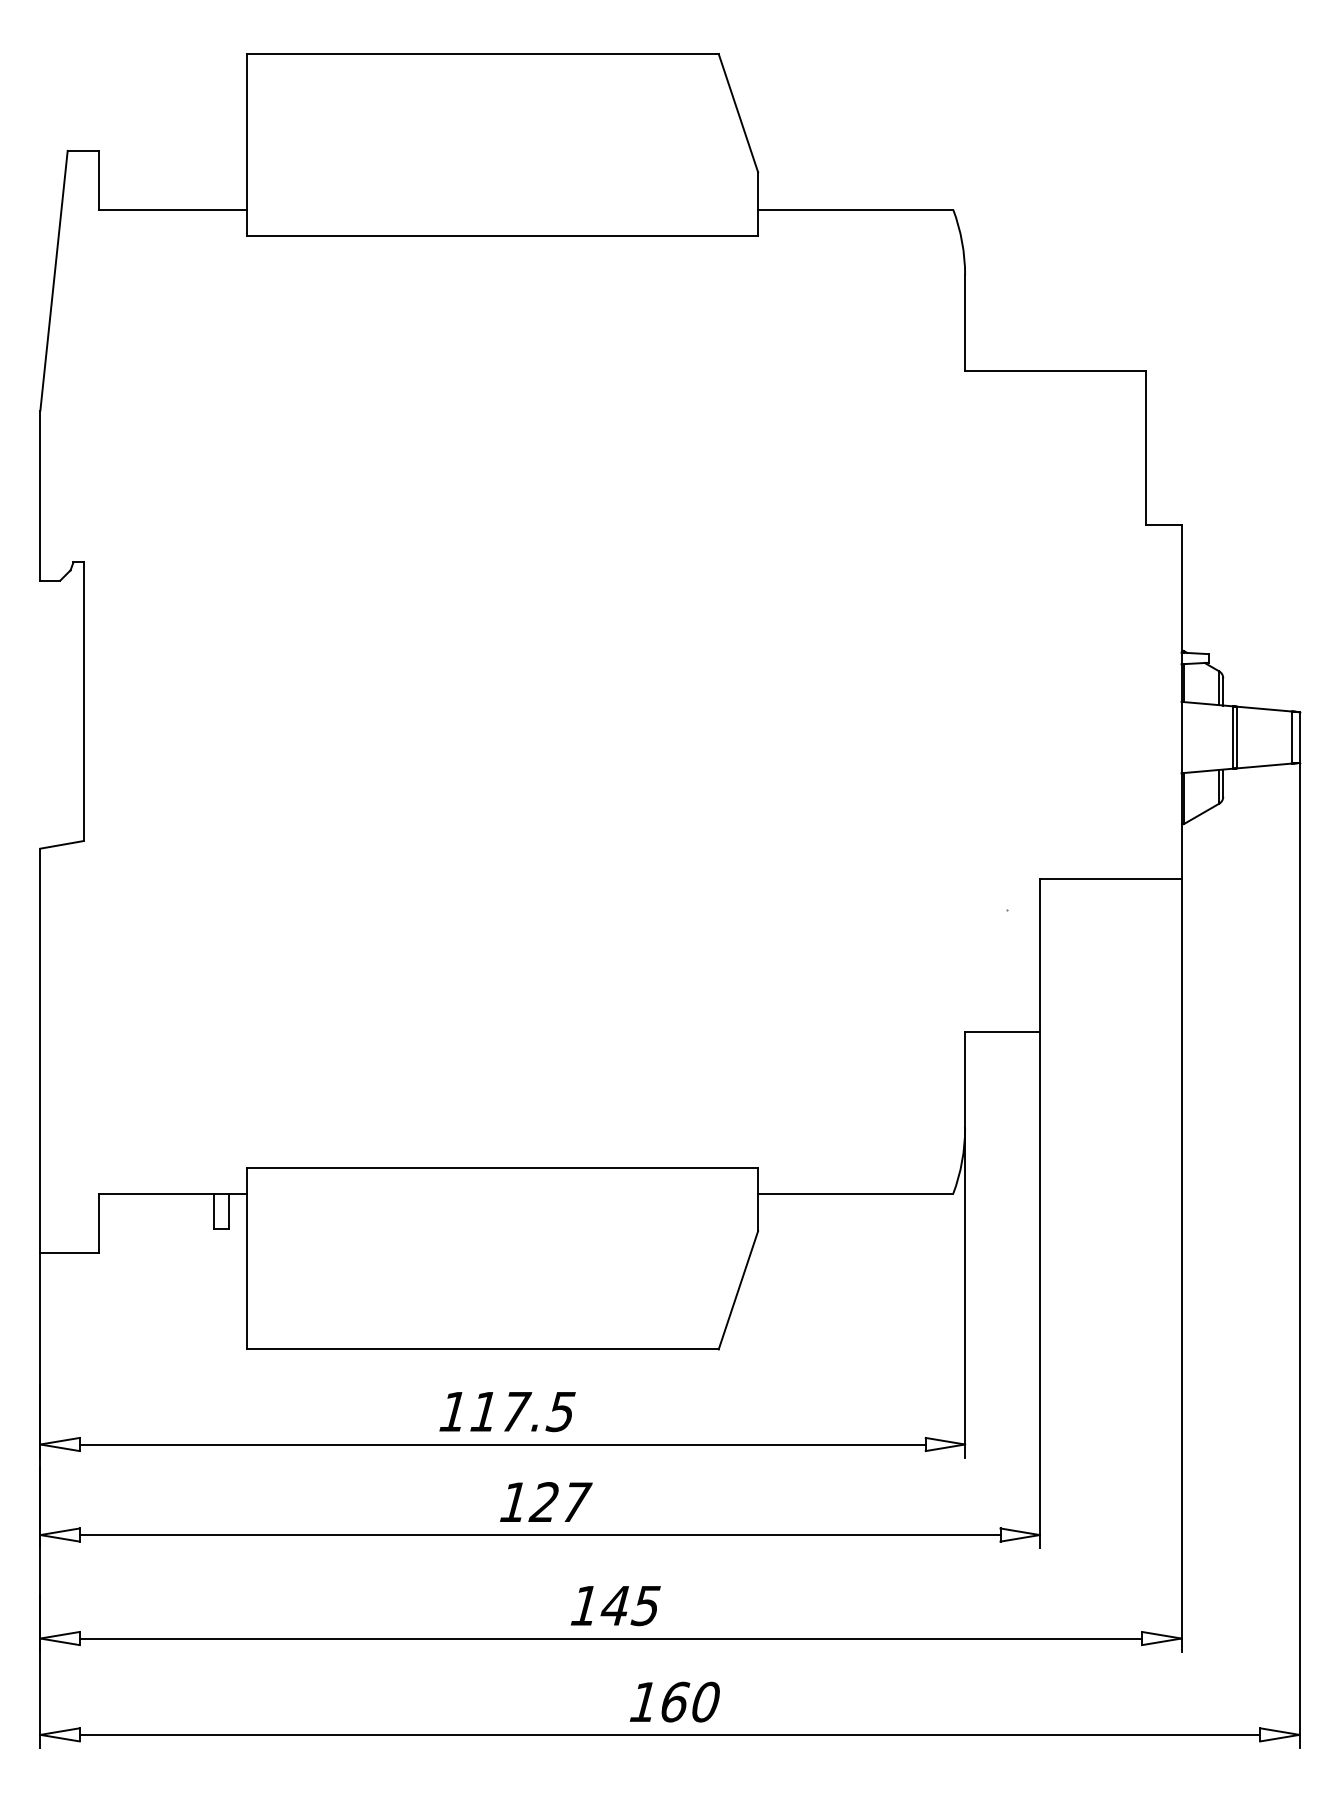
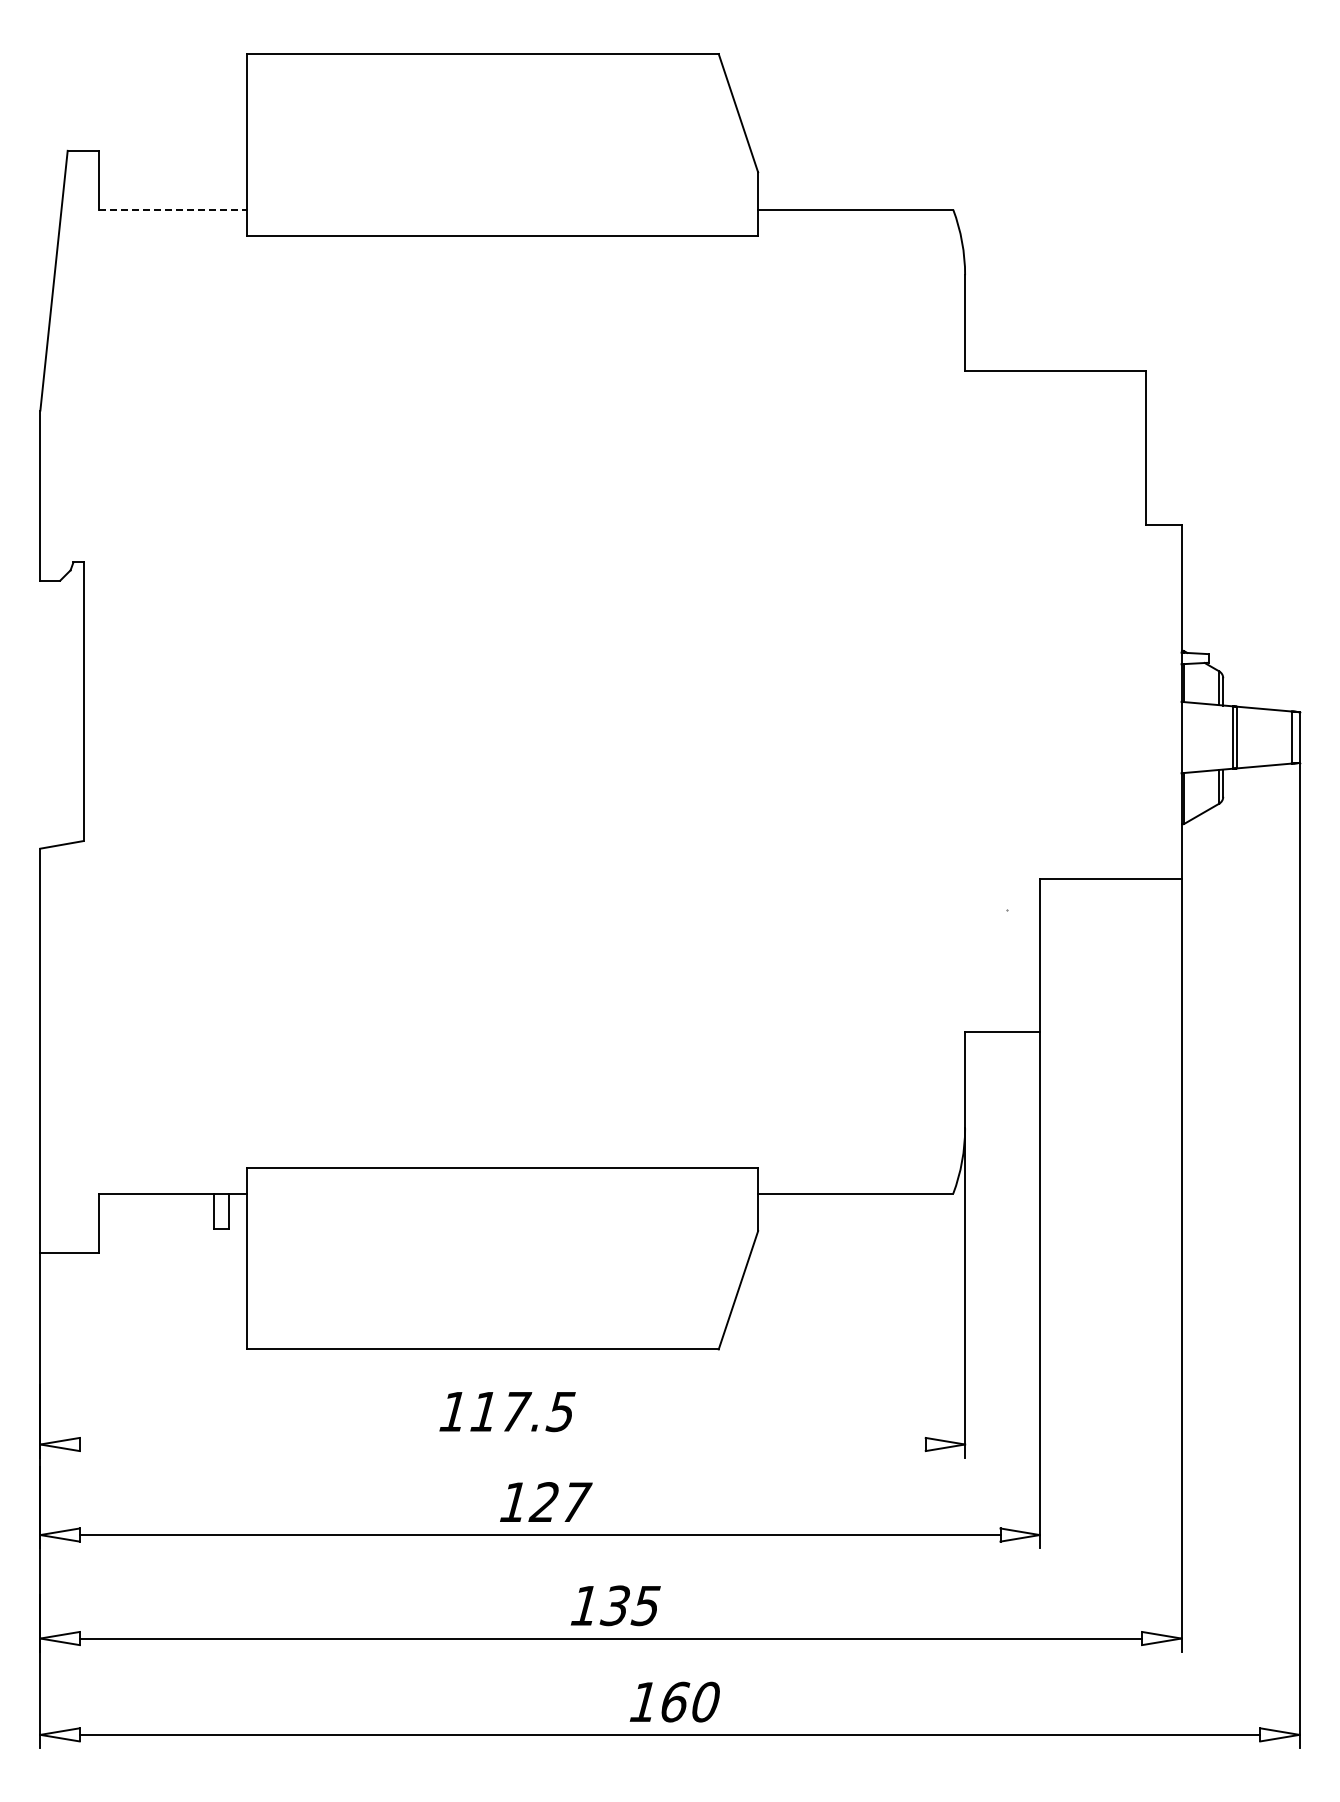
line at (173, 209): solid -> dashed
line at (502, 1444): present -> none
text at (614, 1605): 145 -> 135
